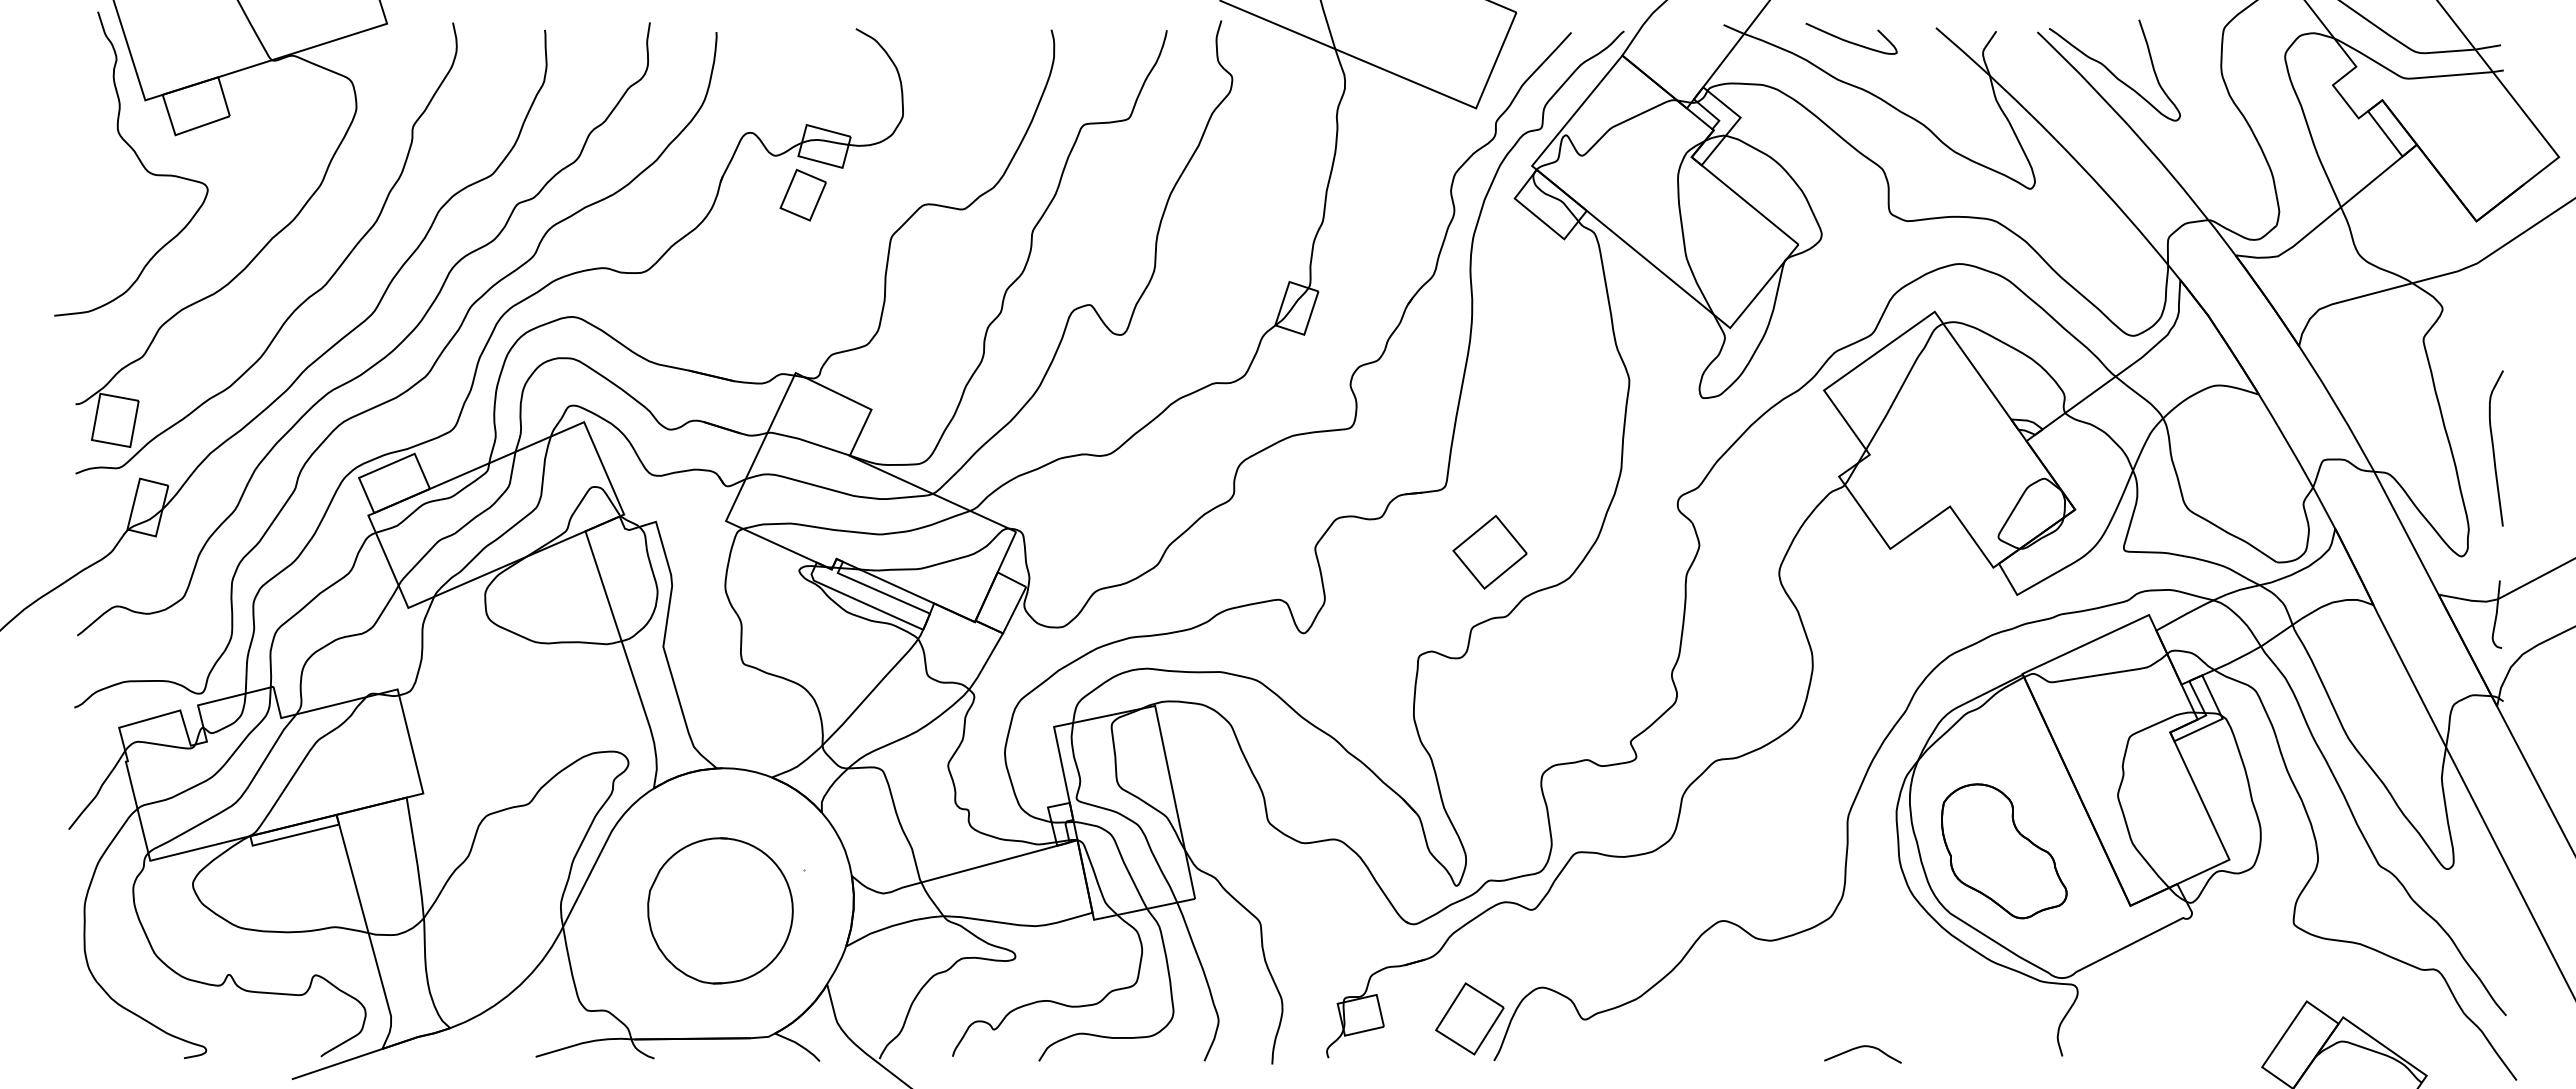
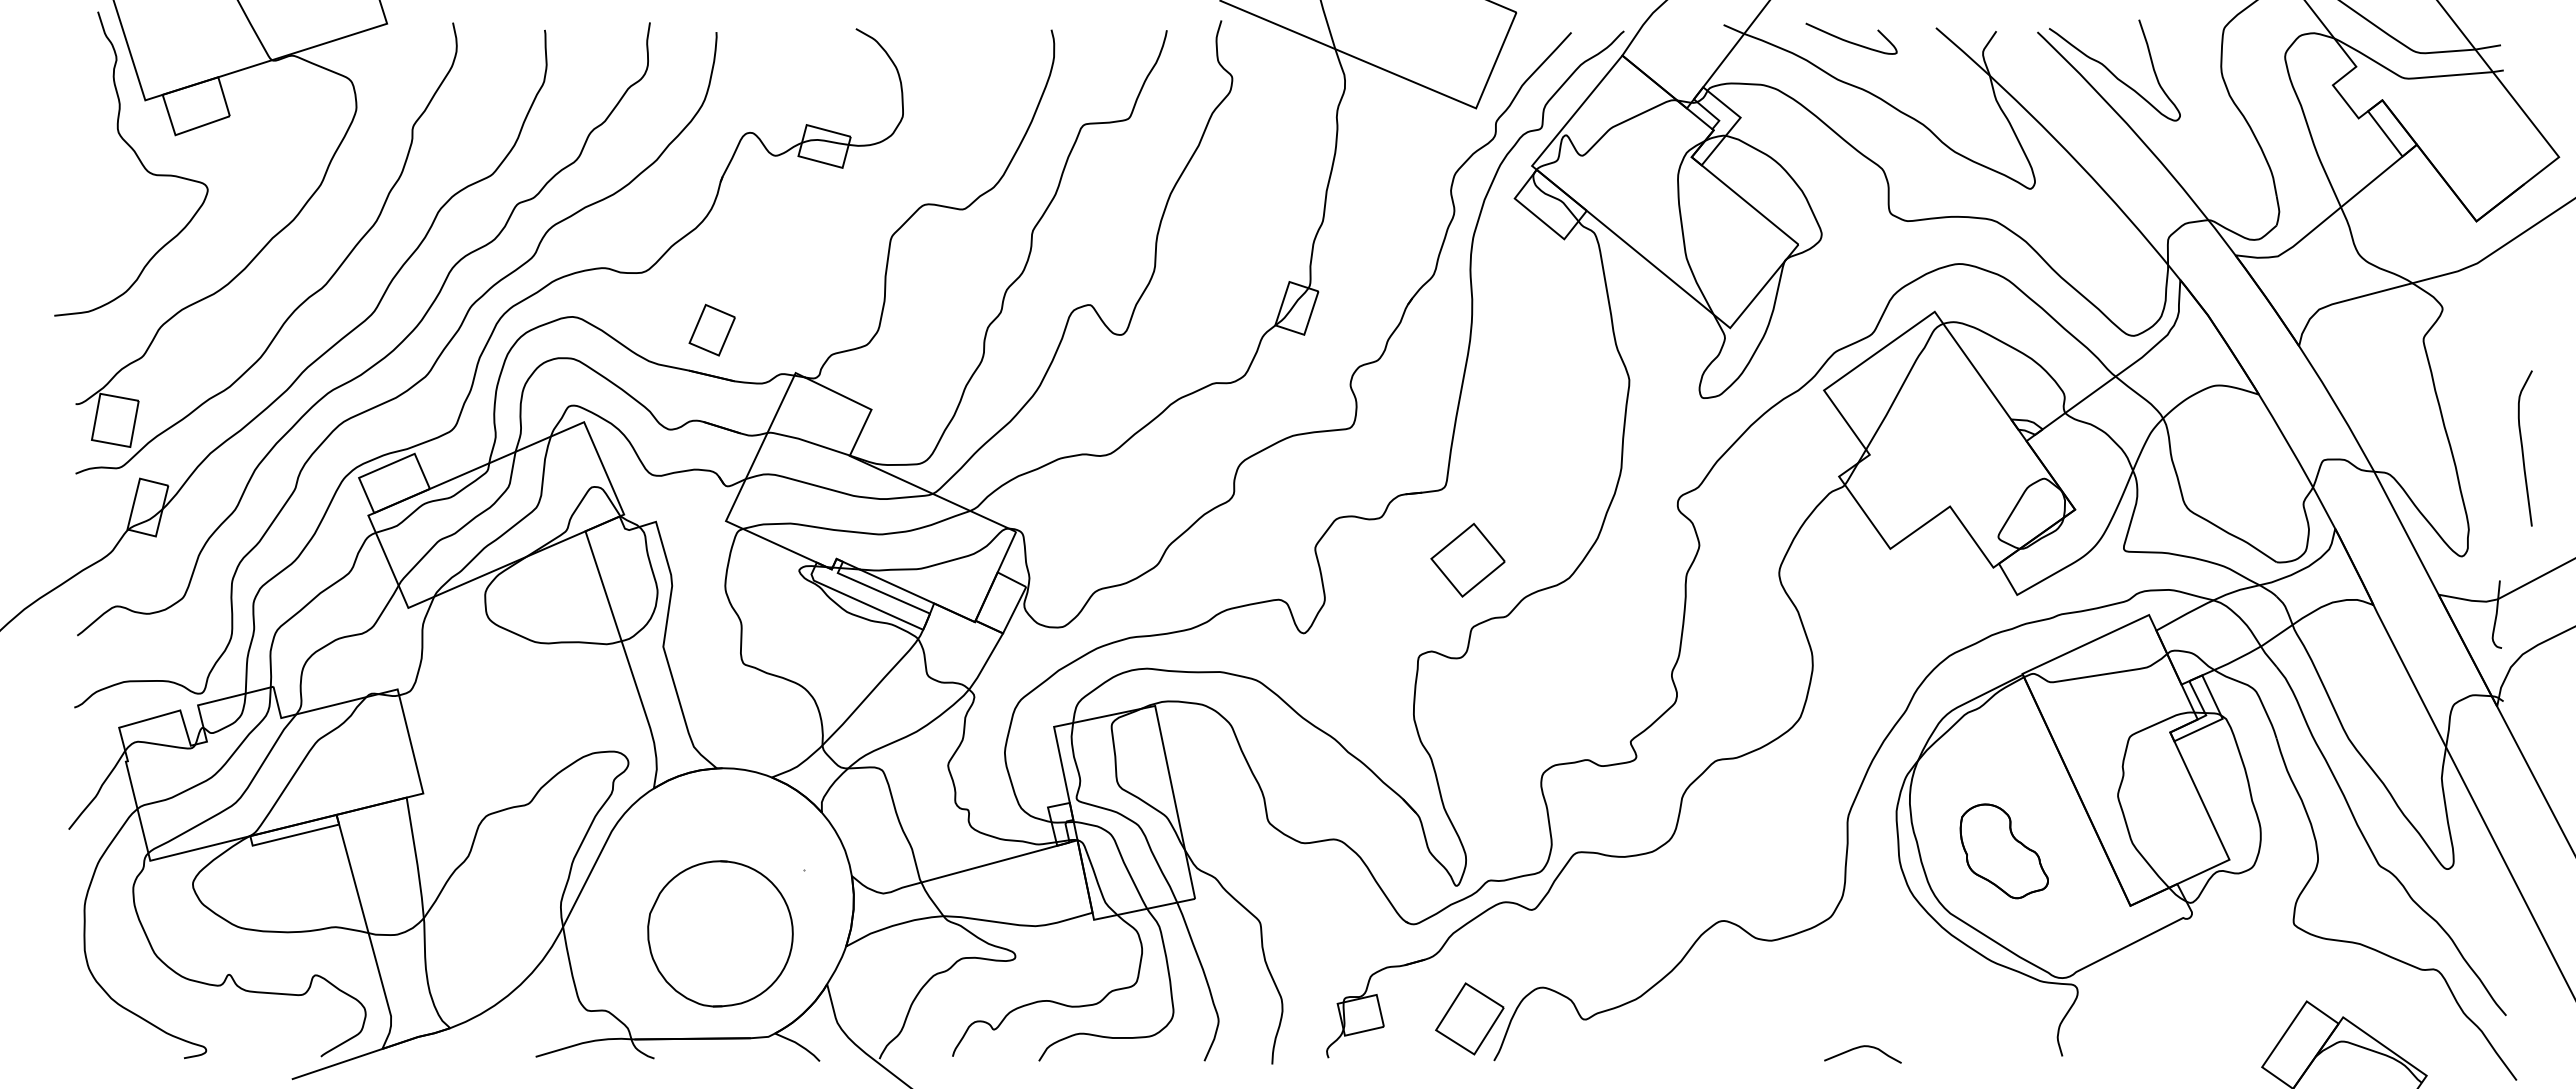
part at (802, 194) position: (802, 194) -> (711, 329)
curve at (2494, 448) position: (2494, 448) -> (2523, 448)
part at (1489, 551) position: (1489, 551) -> (1467, 559)
part at (2004, 851) size: 127x137 px -> 90x97 px
part at (720, 910) position: (720, 910) -> (720, 933)
